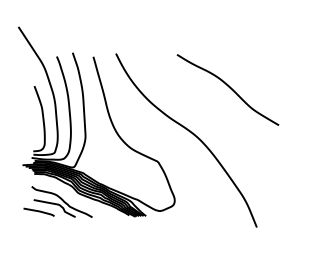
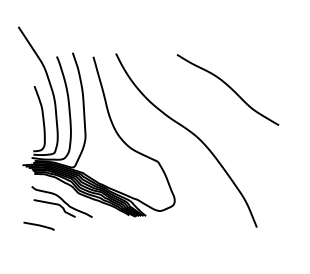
line at (38, 211) position: (38, 211) -> (38, 225)
